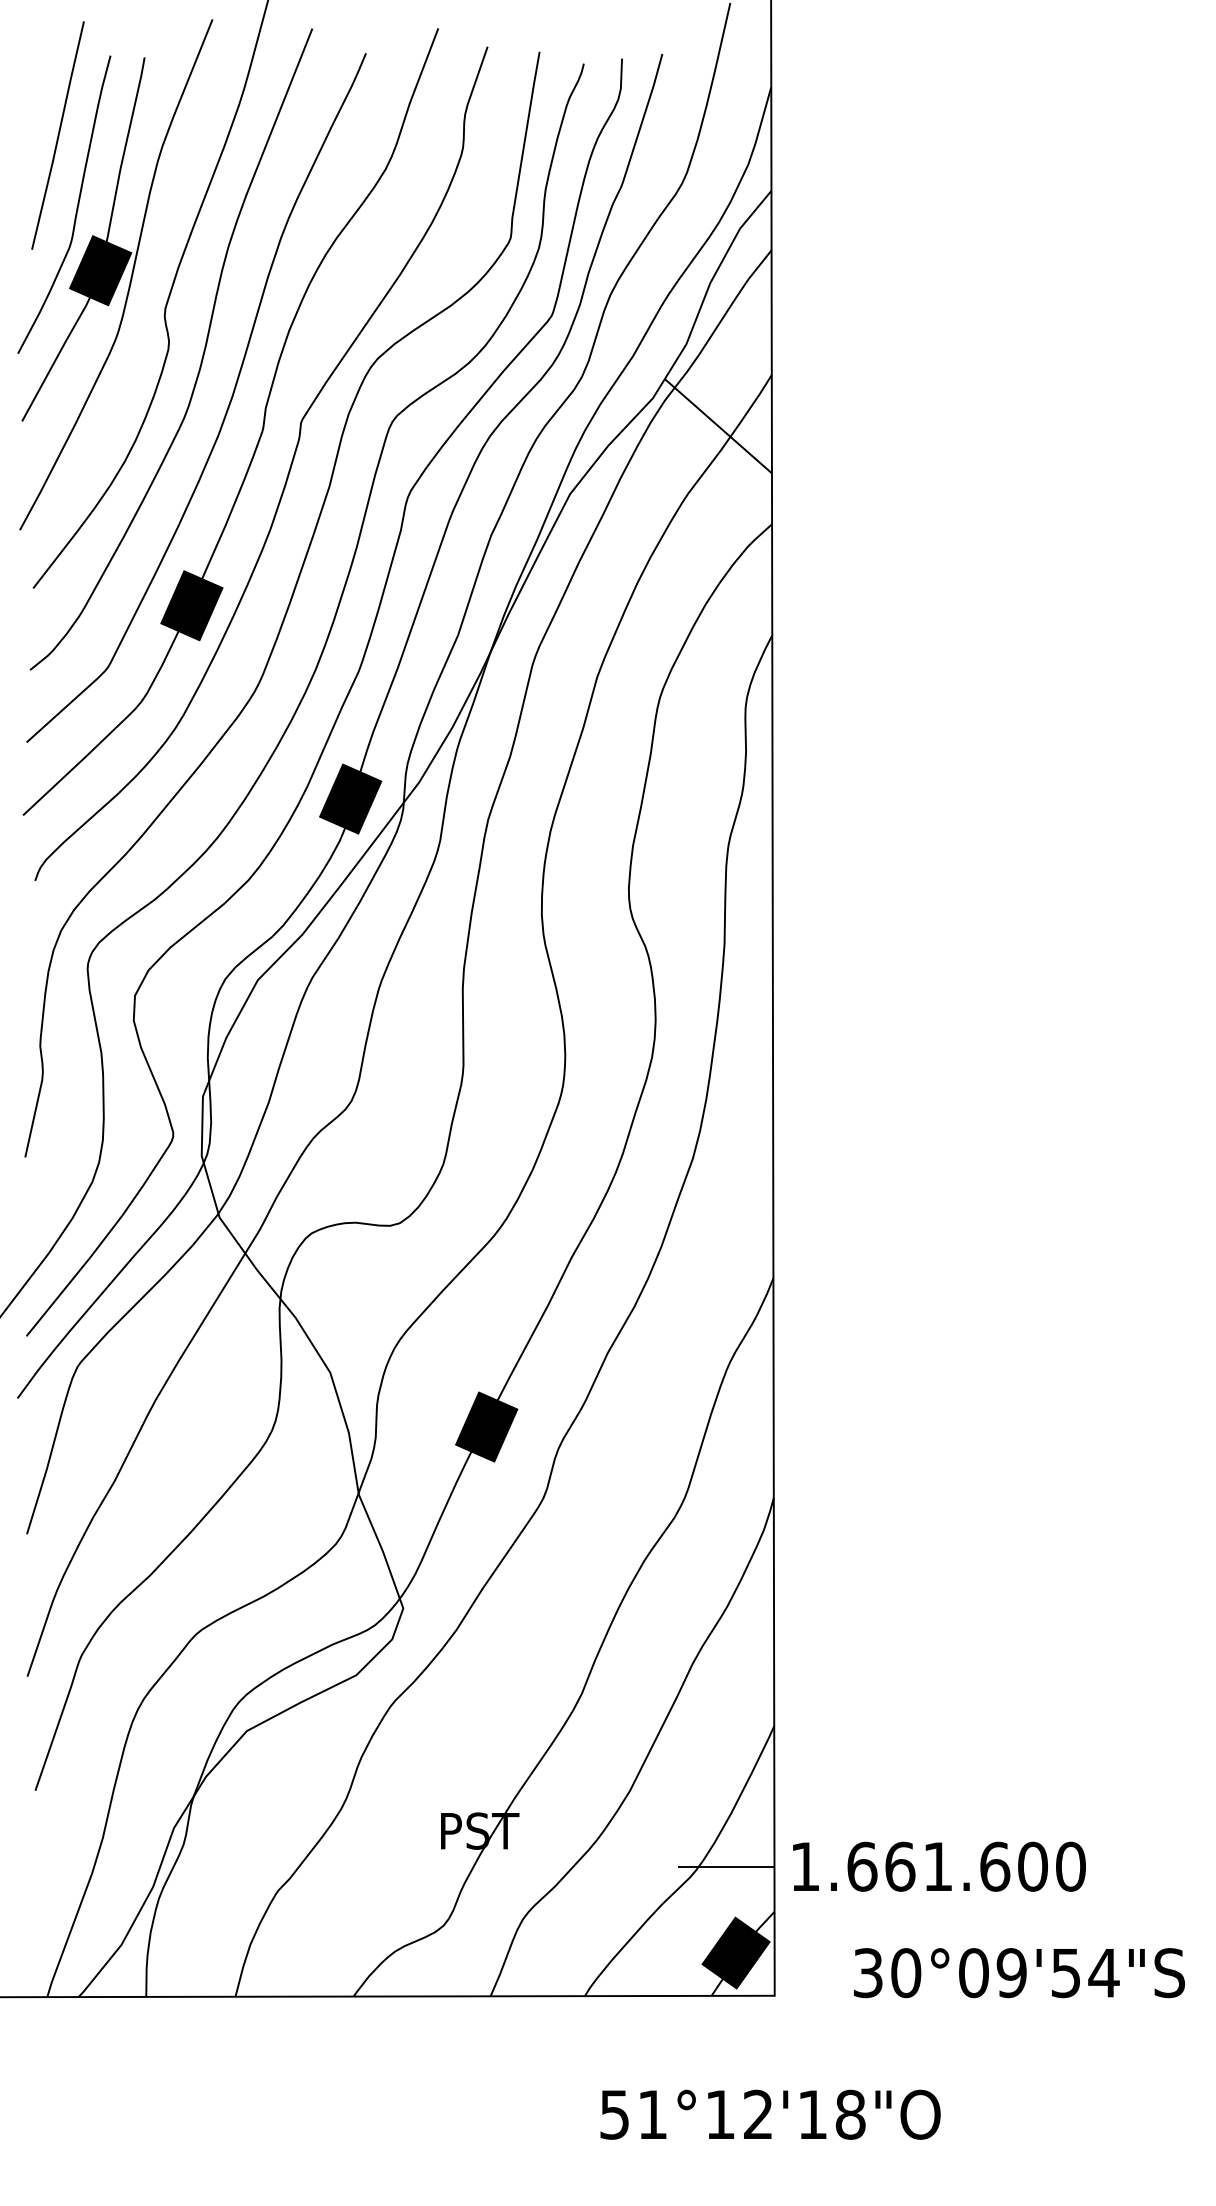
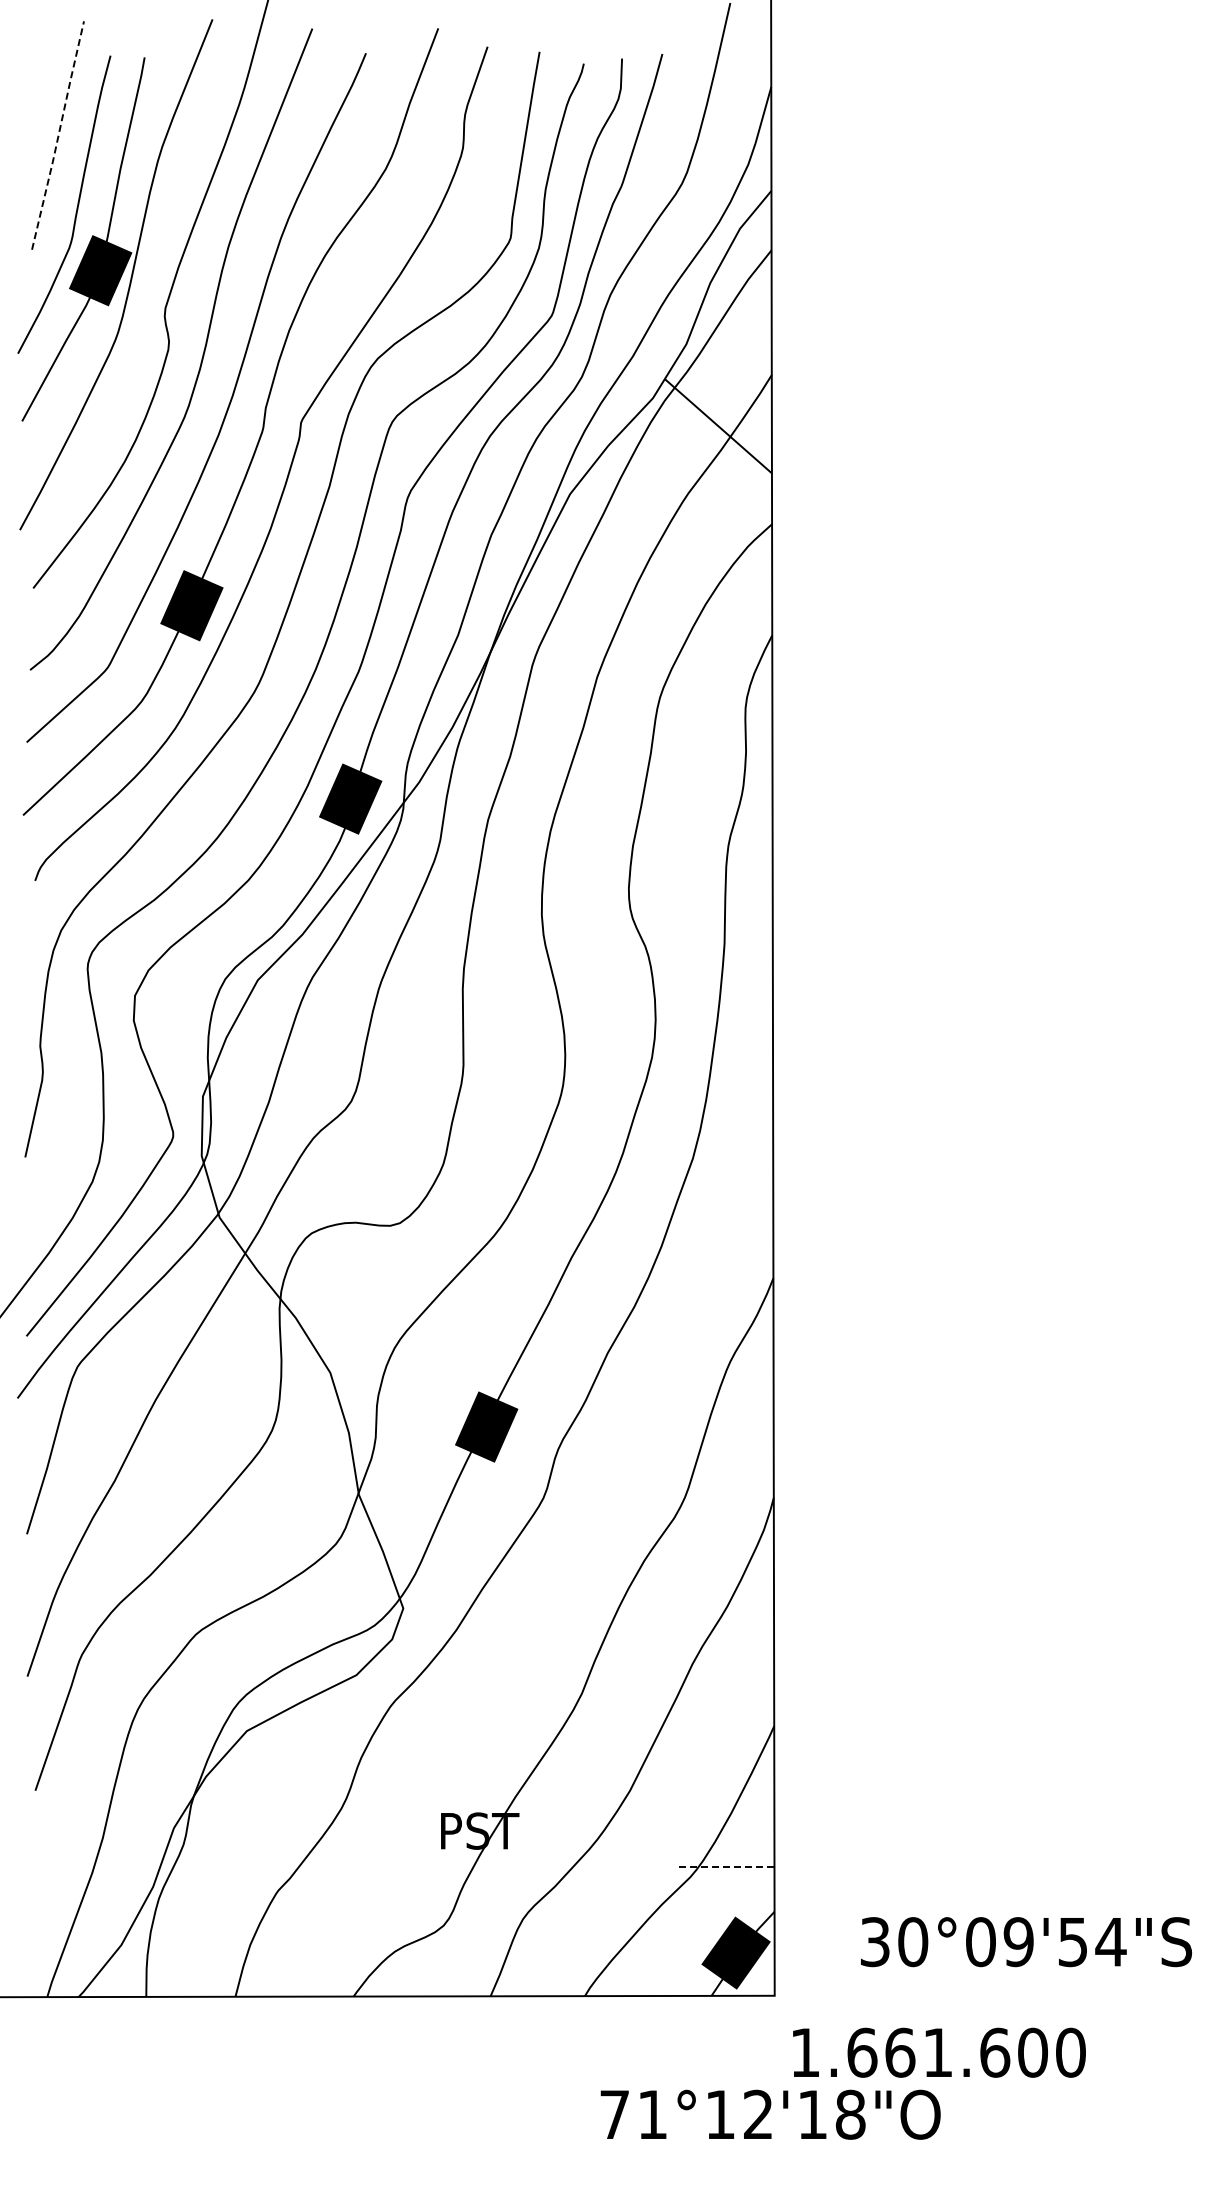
line at (58, 135): solid -> dashed
line at (725, 1866): solid -> dashed
text at (939, 1866) position: (939, 1866) -> (939, 2052)
text at (1019, 1973) position: (1019, 1973) -> (1026, 1942)
text at (614, 2114): 51°12'18"O -> 71°12'18"O
